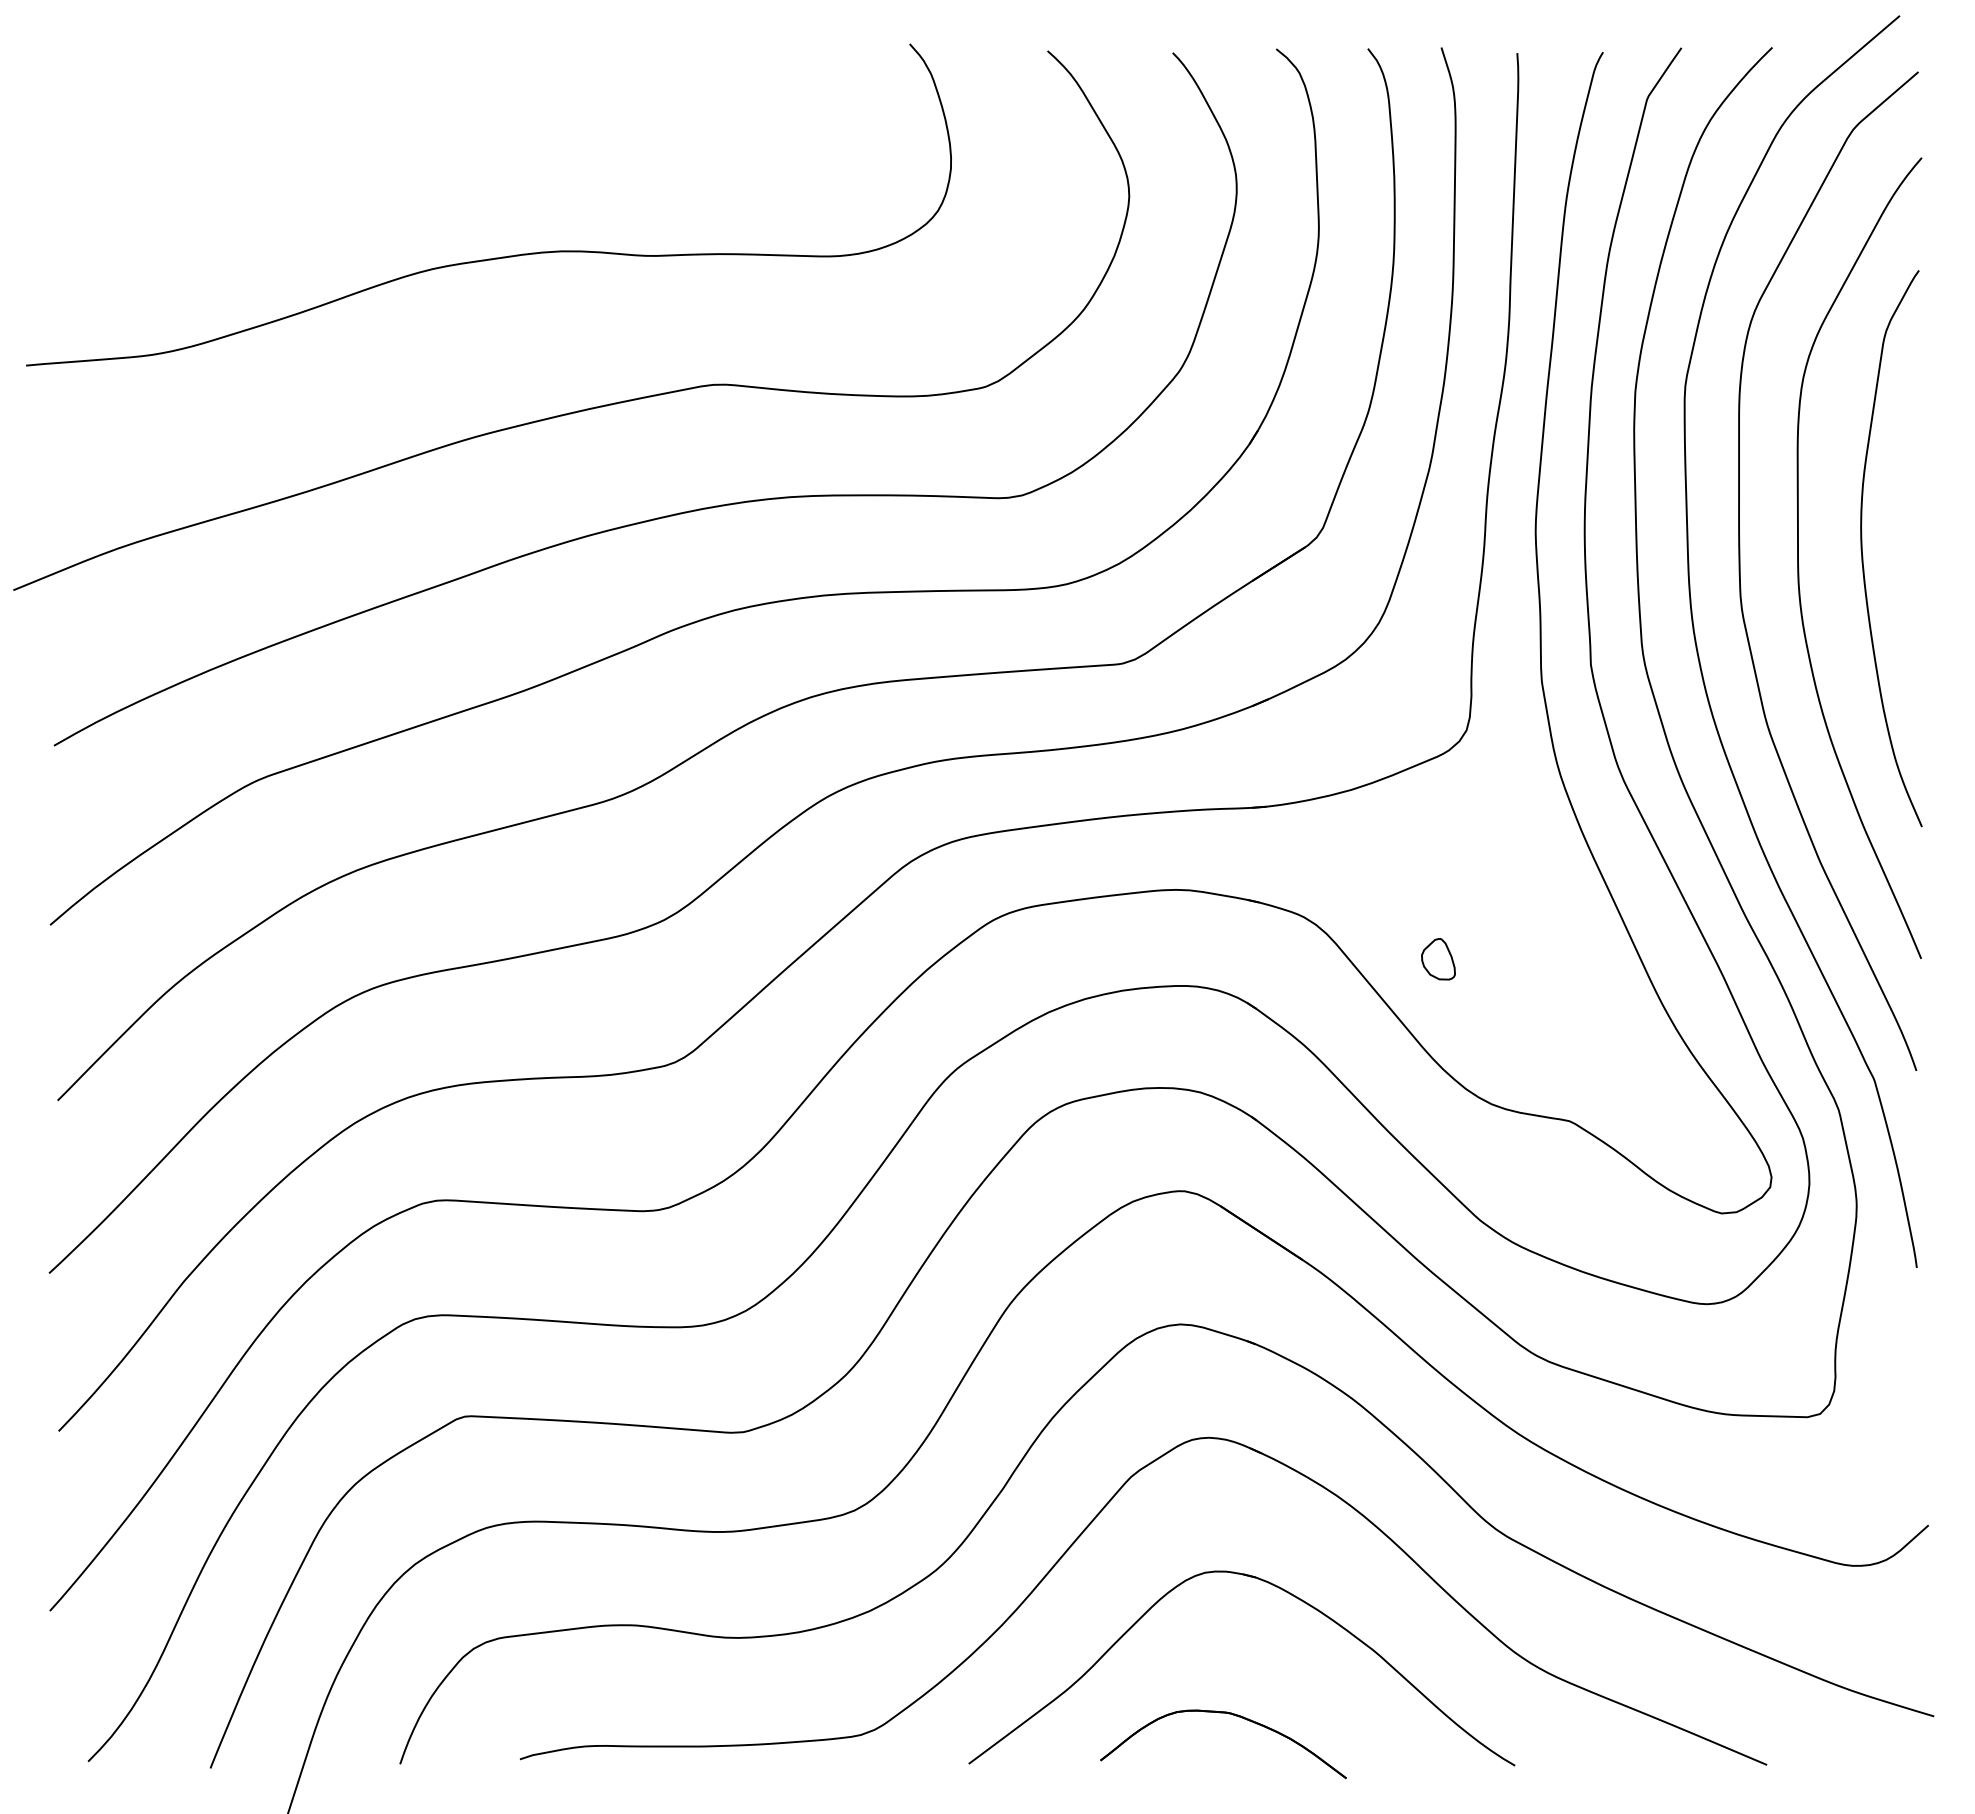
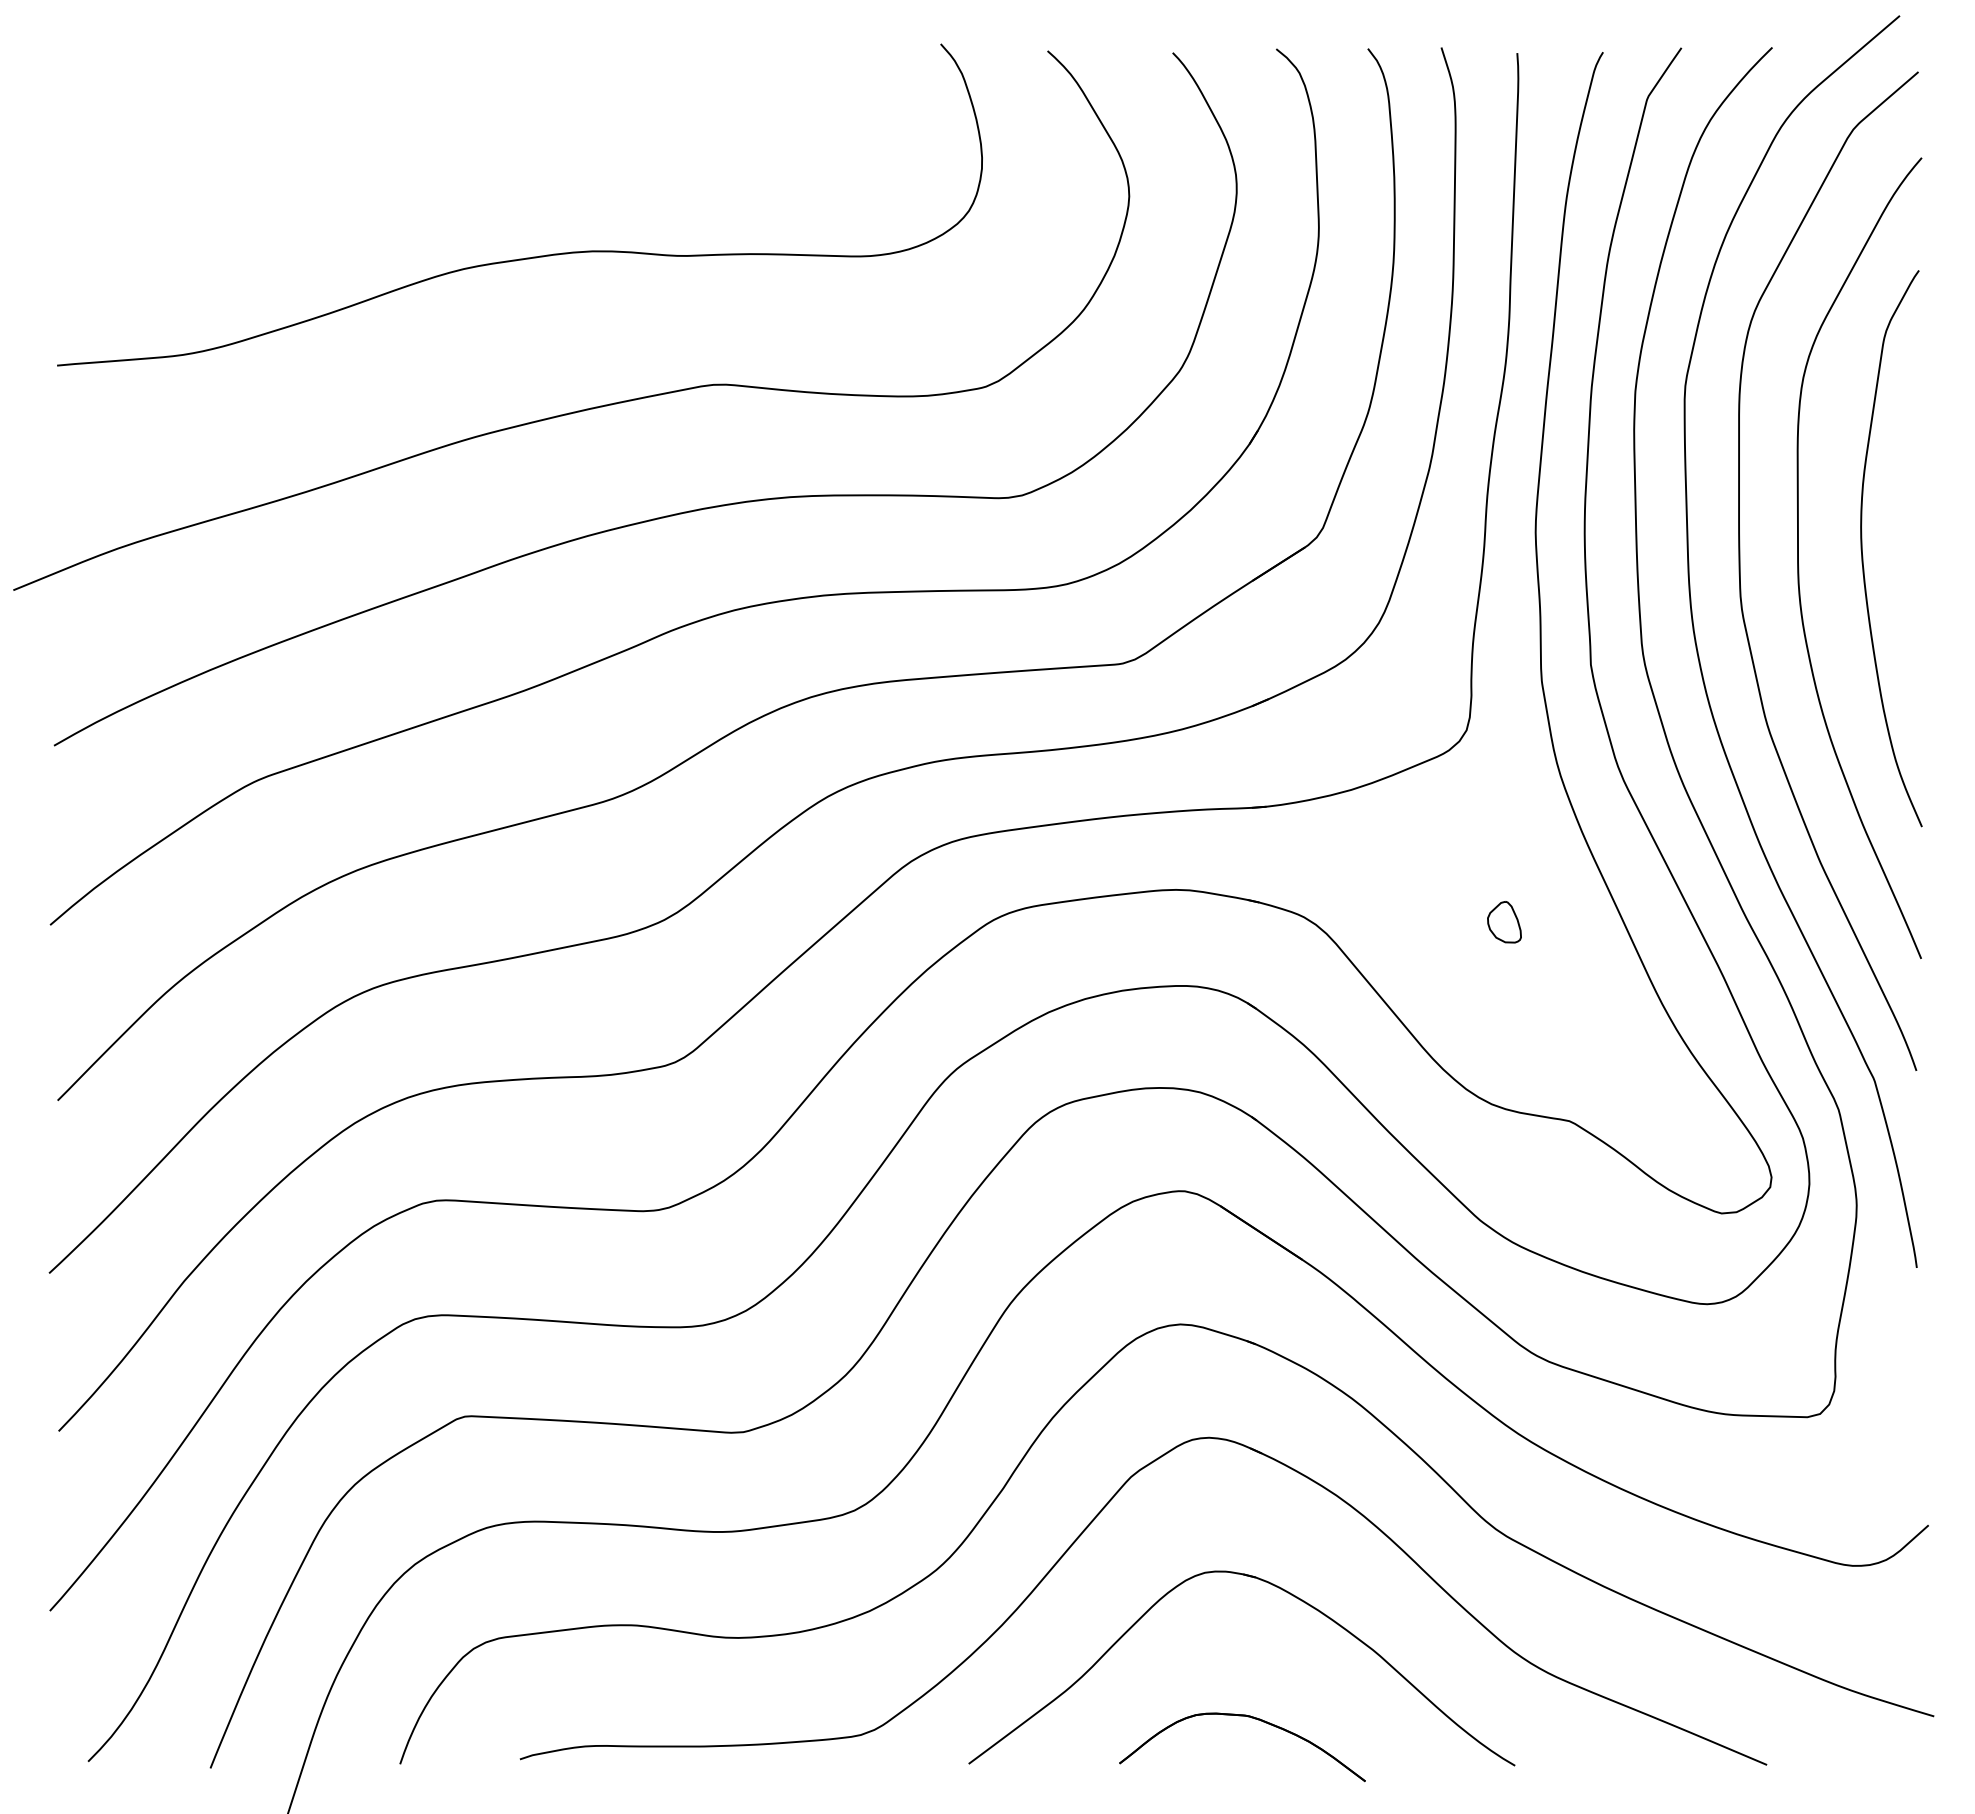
curve at (495, 257) position: (495, 257) -> (526, 257)
part at (1438, 959) position: (1438, 959) -> (1504, 922)
part at (1232, 1715) position: (1232, 1715) -> (1251, 1718)
